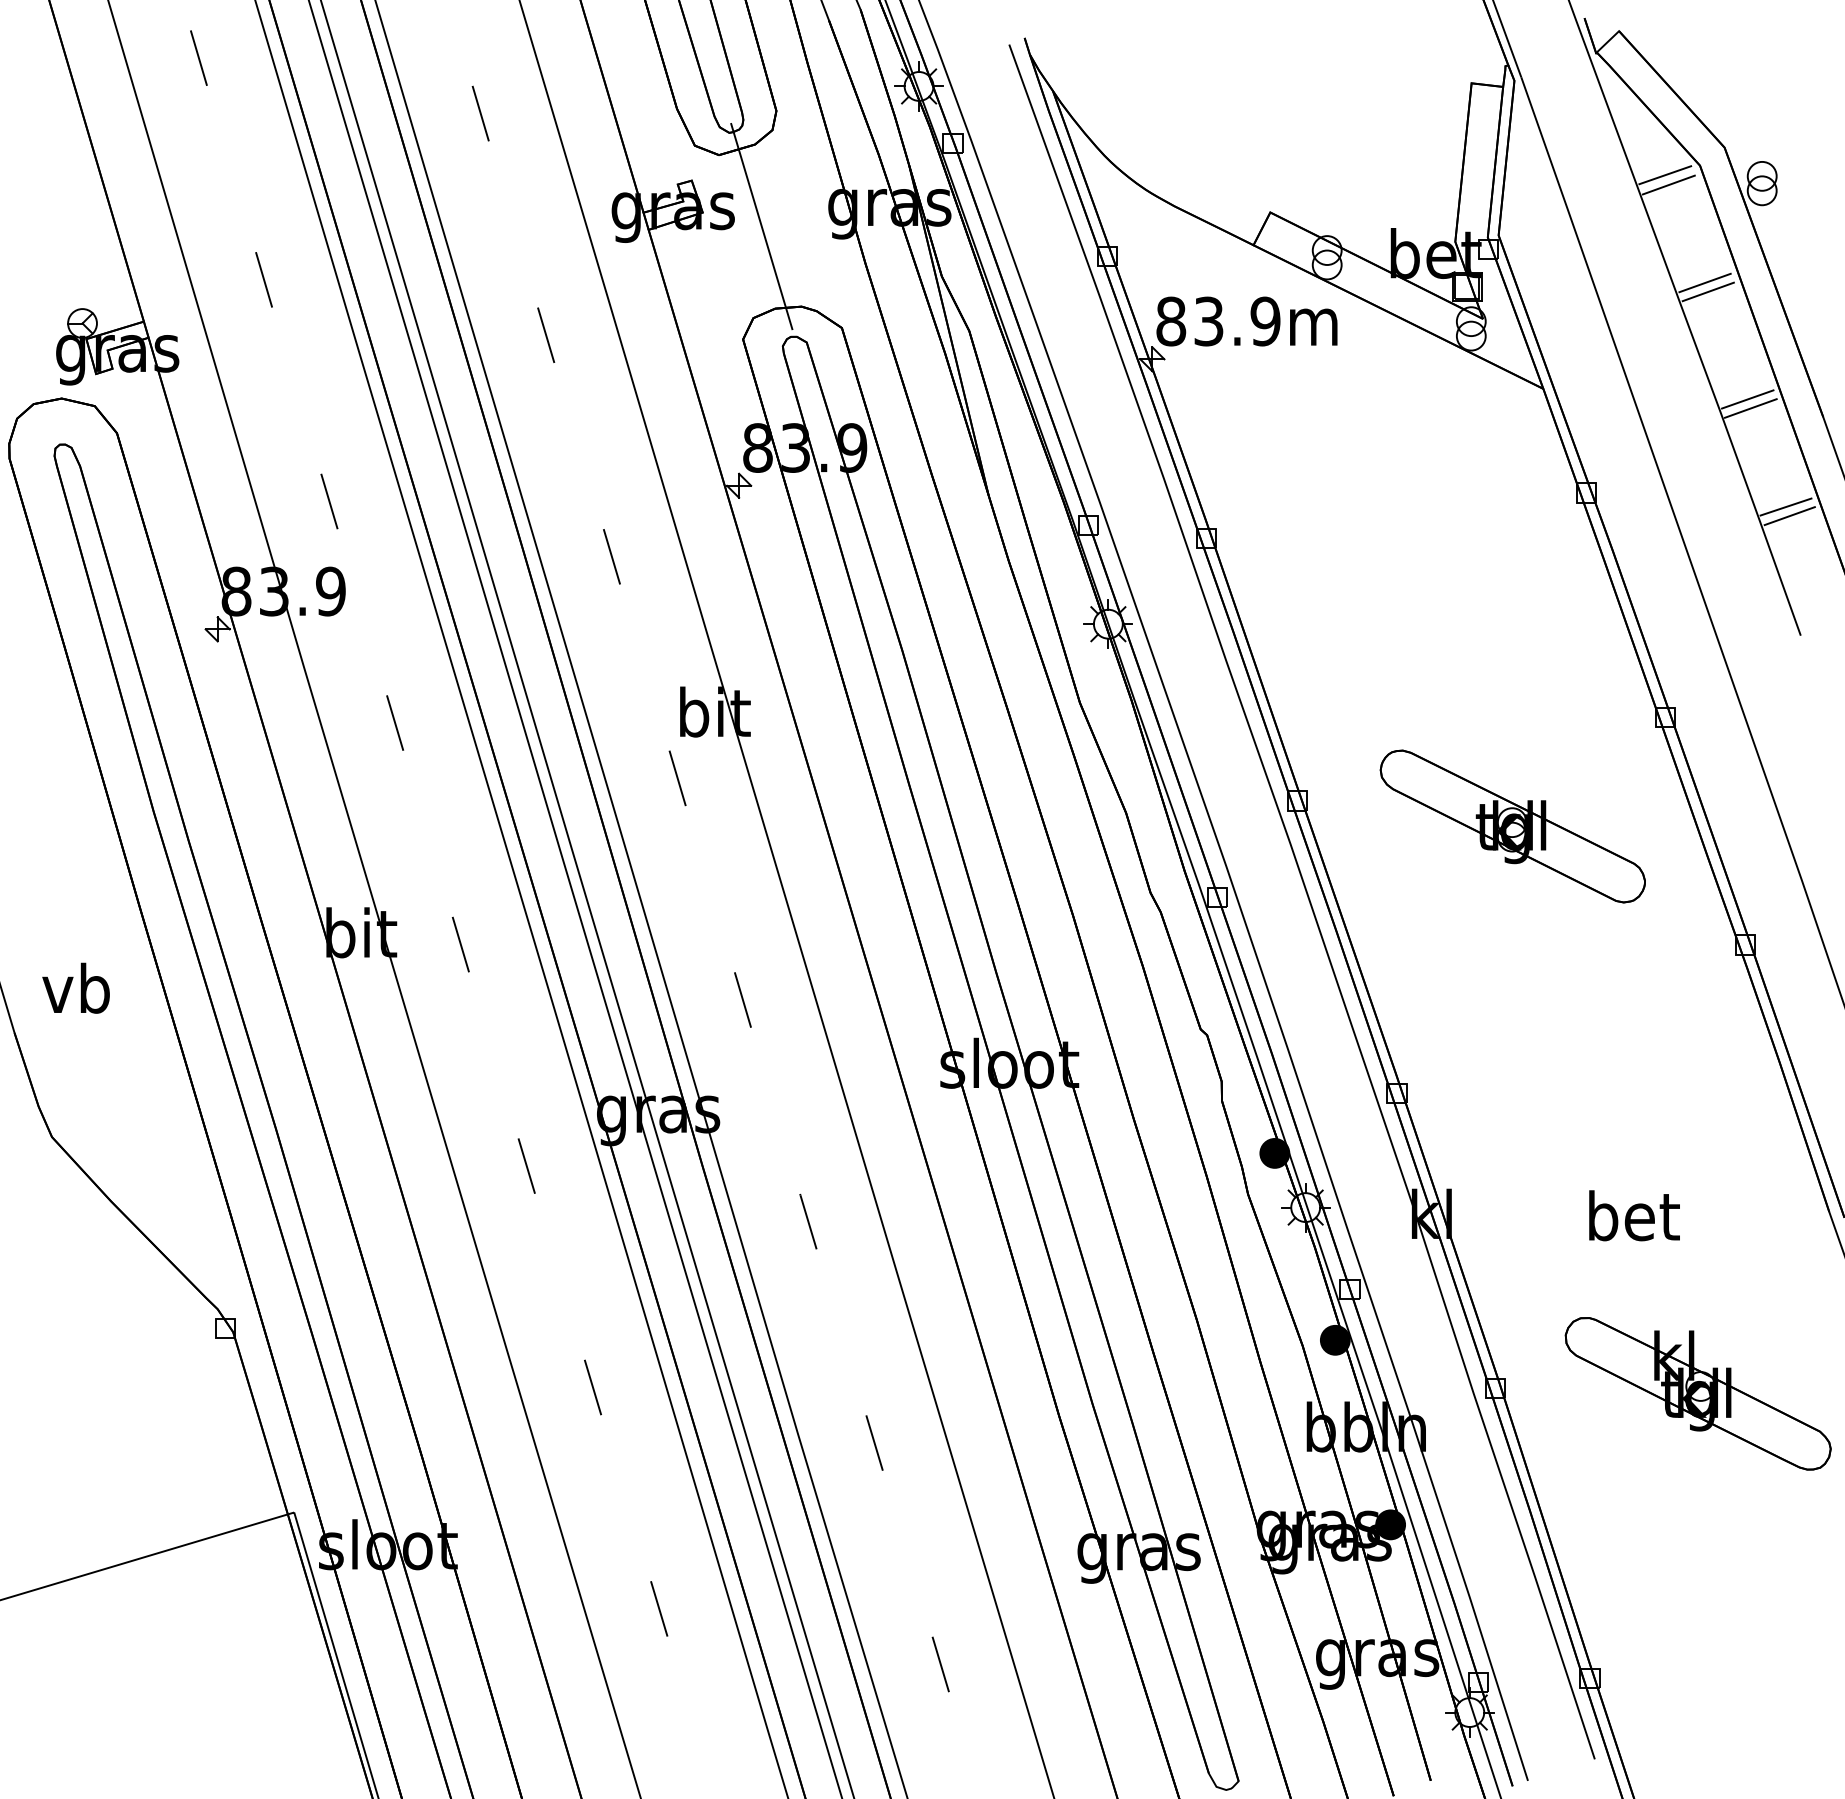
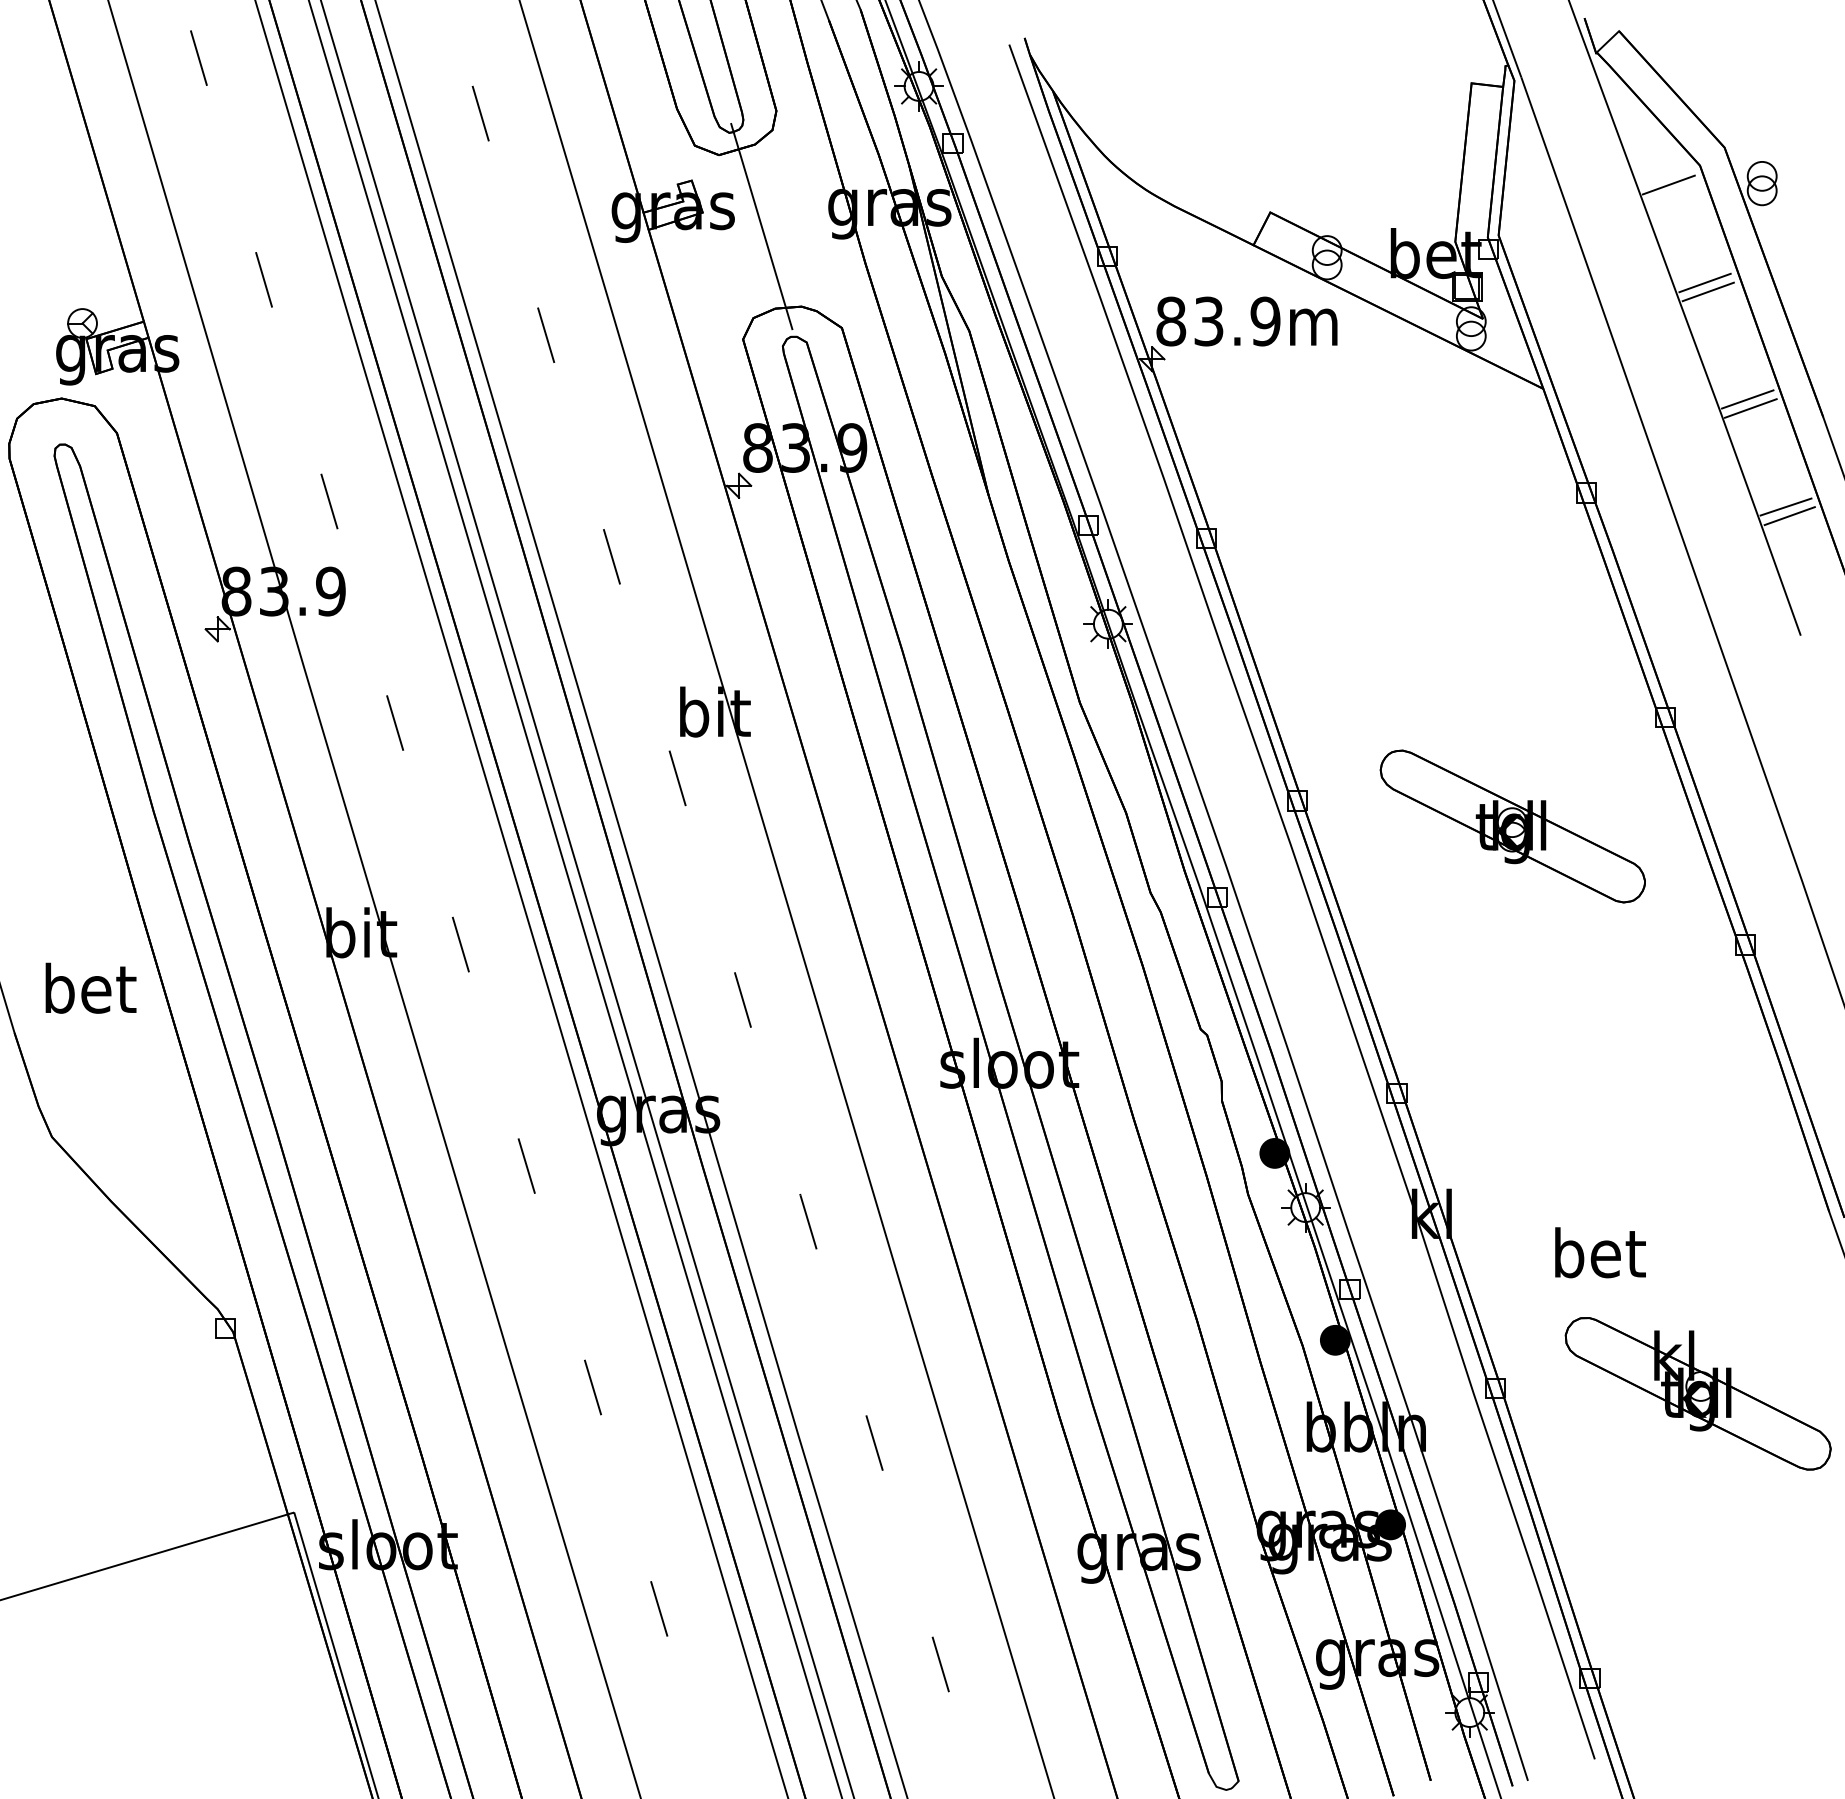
line at (1665, 175): present -> none
text at (89, 987): vb -> bet
text at (1634, 1215) position: (1634, 1215) -> (1600, 1252)
